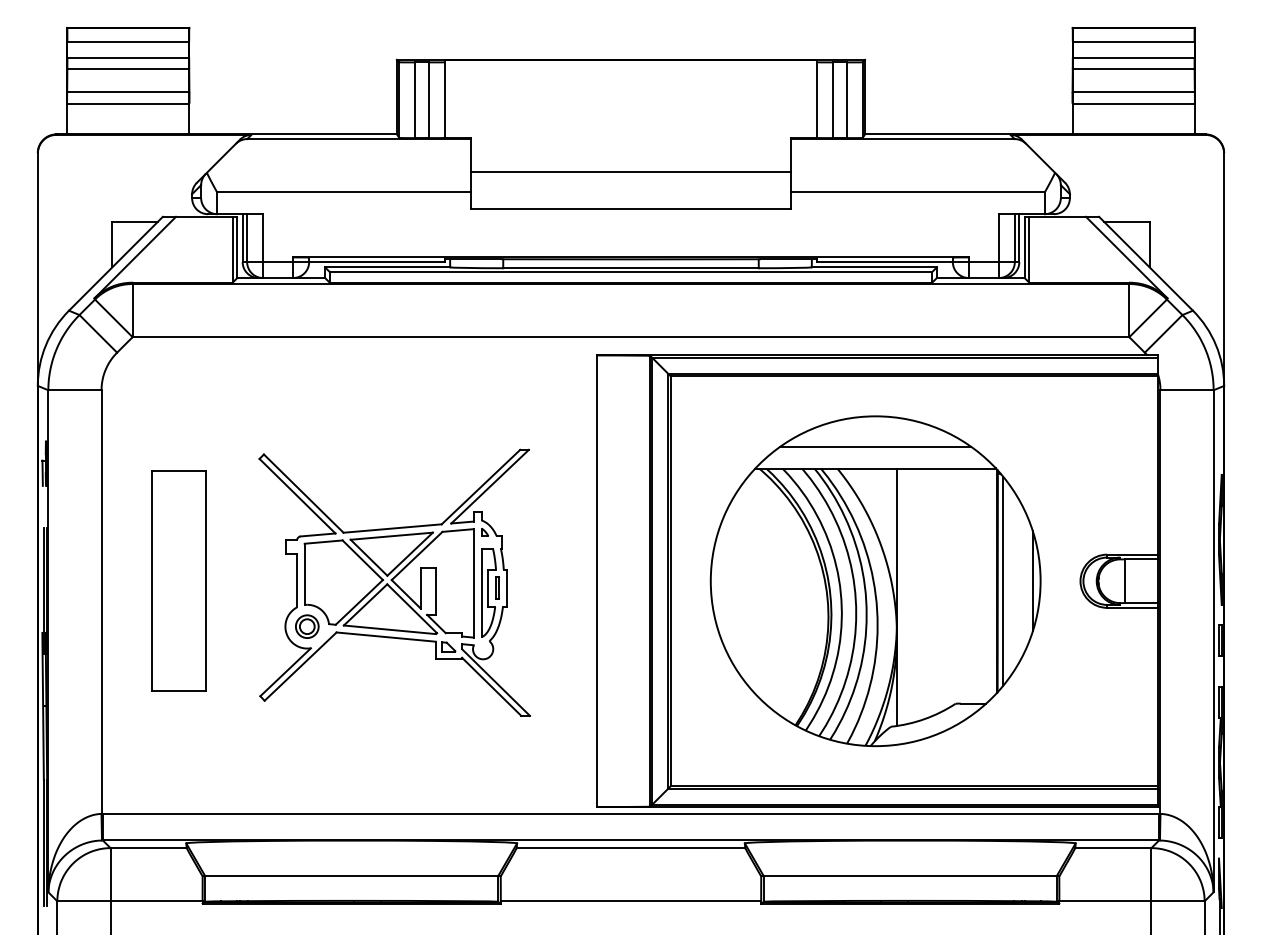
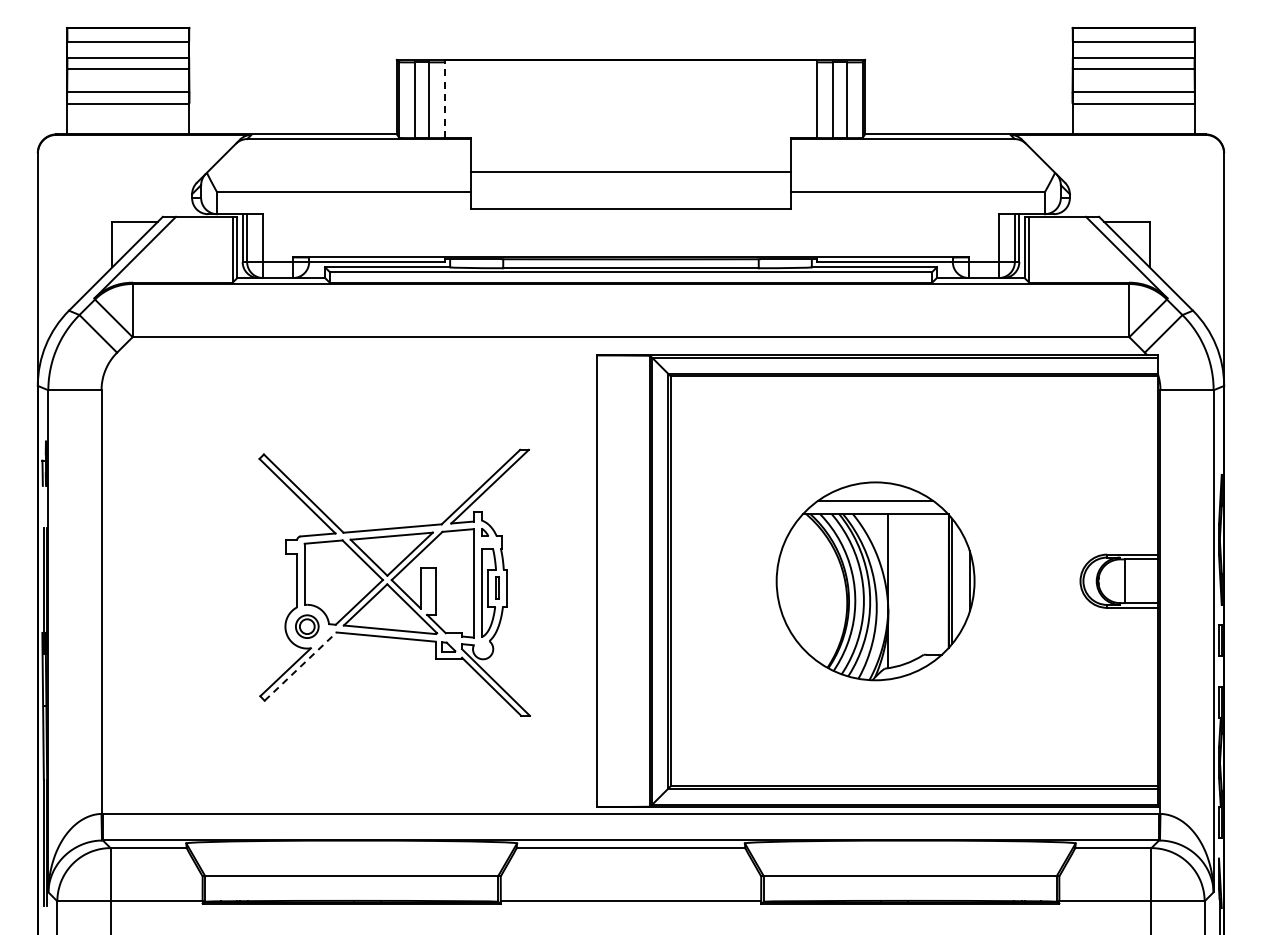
line at (444, 99): solid -> dashed
part at (178, 580): present -> none
part at (875, 581) size: 333x333 px -> 201x201 px
line at (300, 666): solid -> dashed
